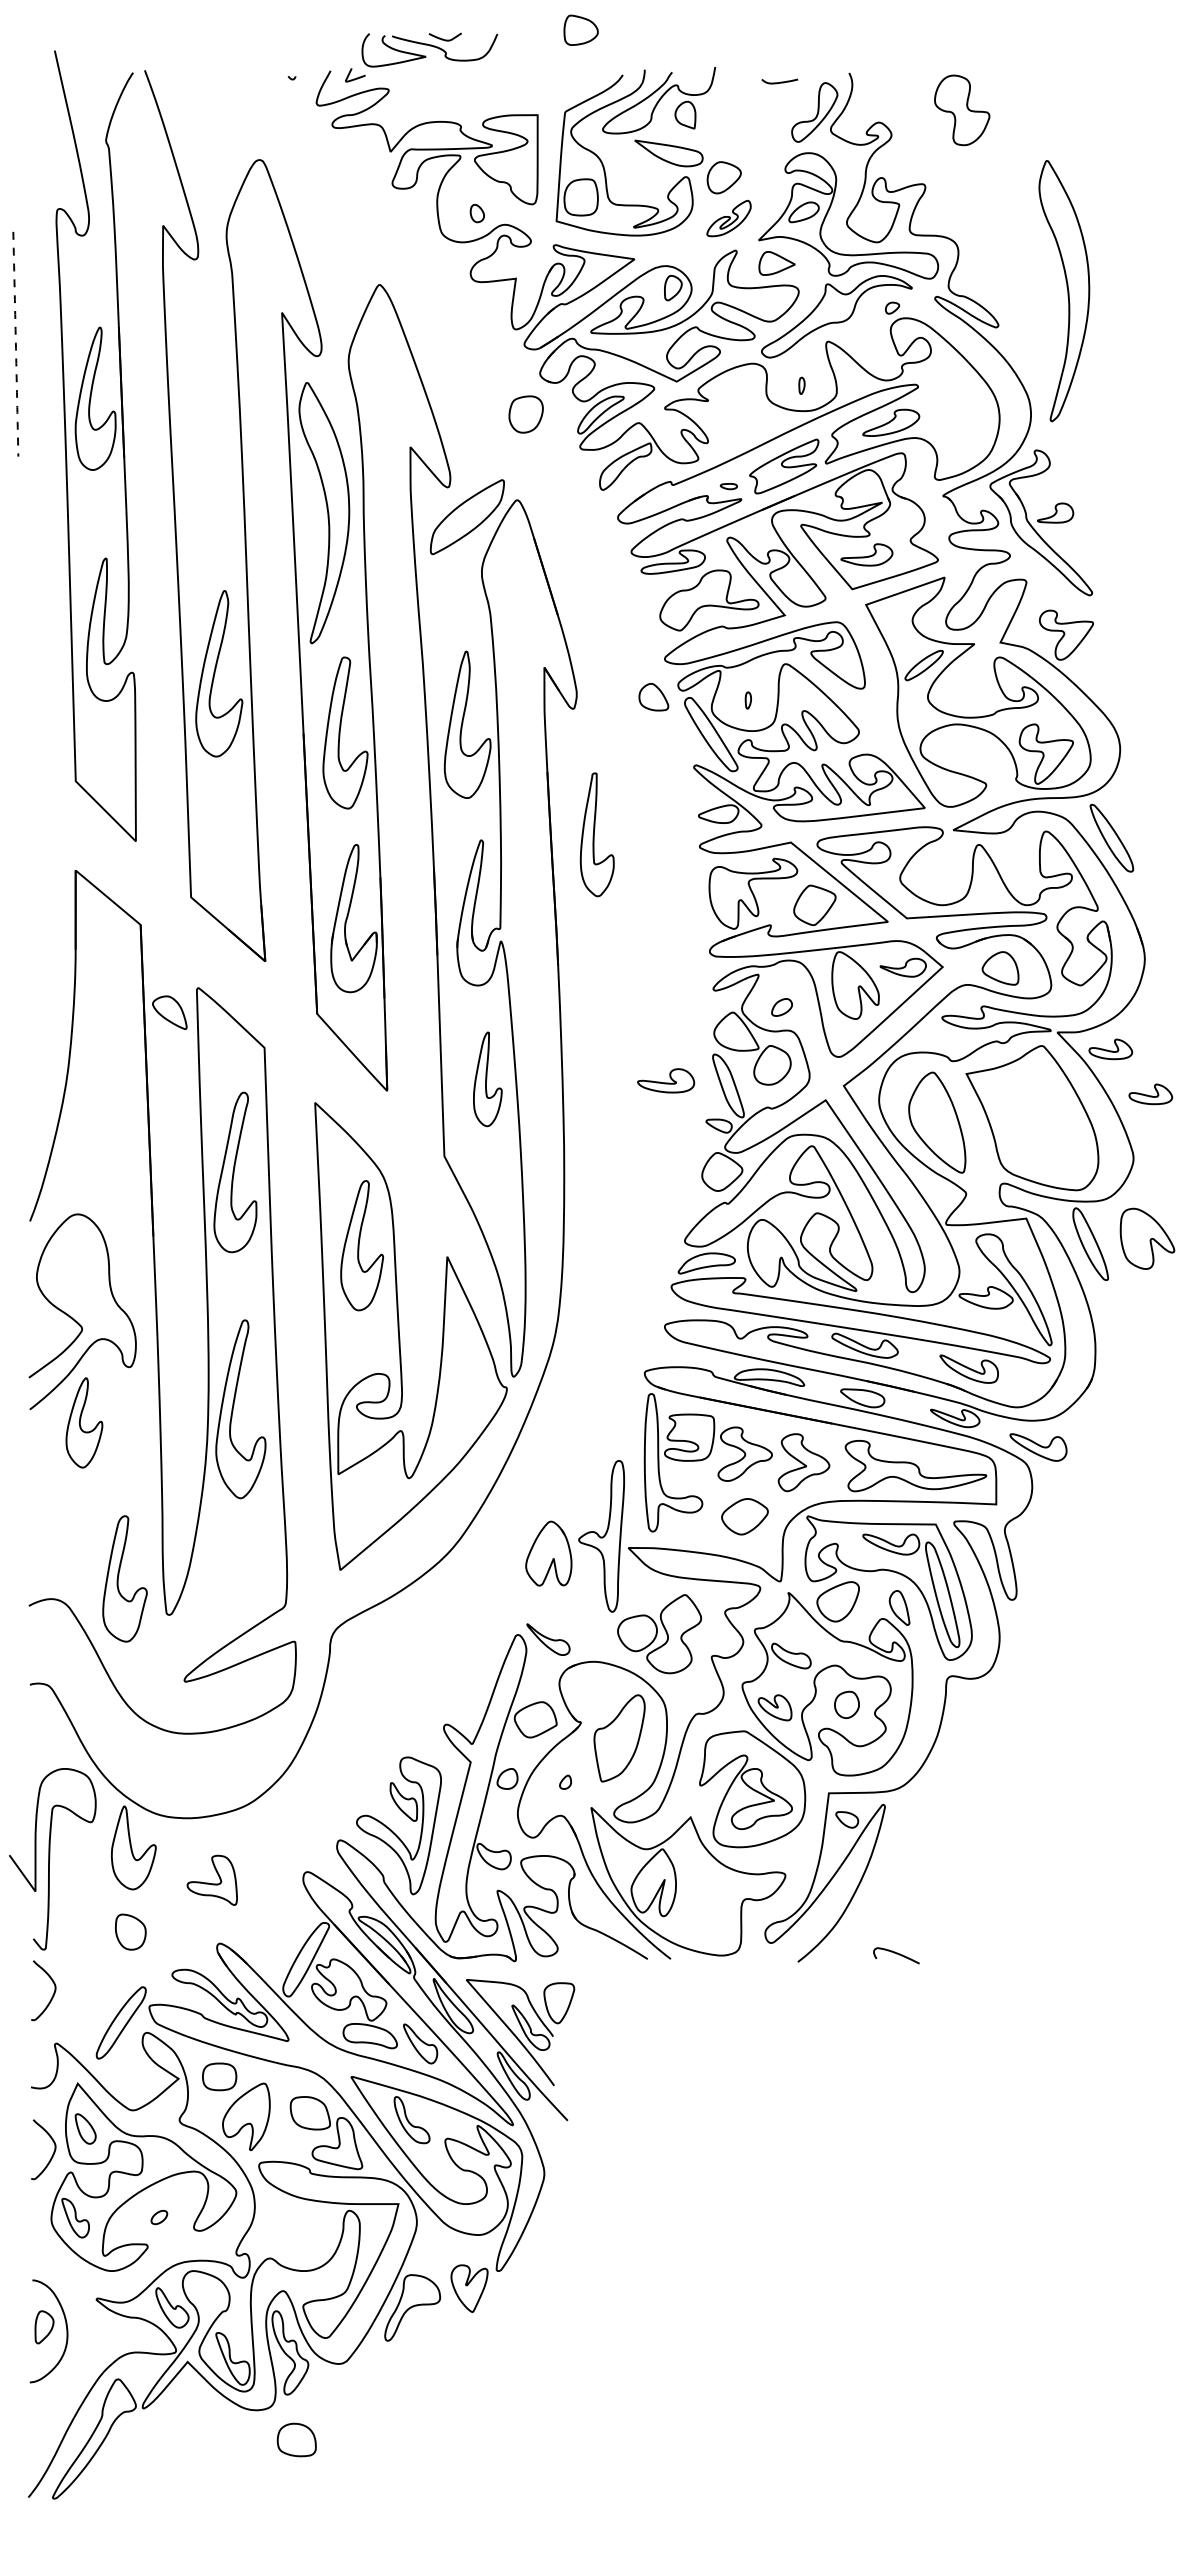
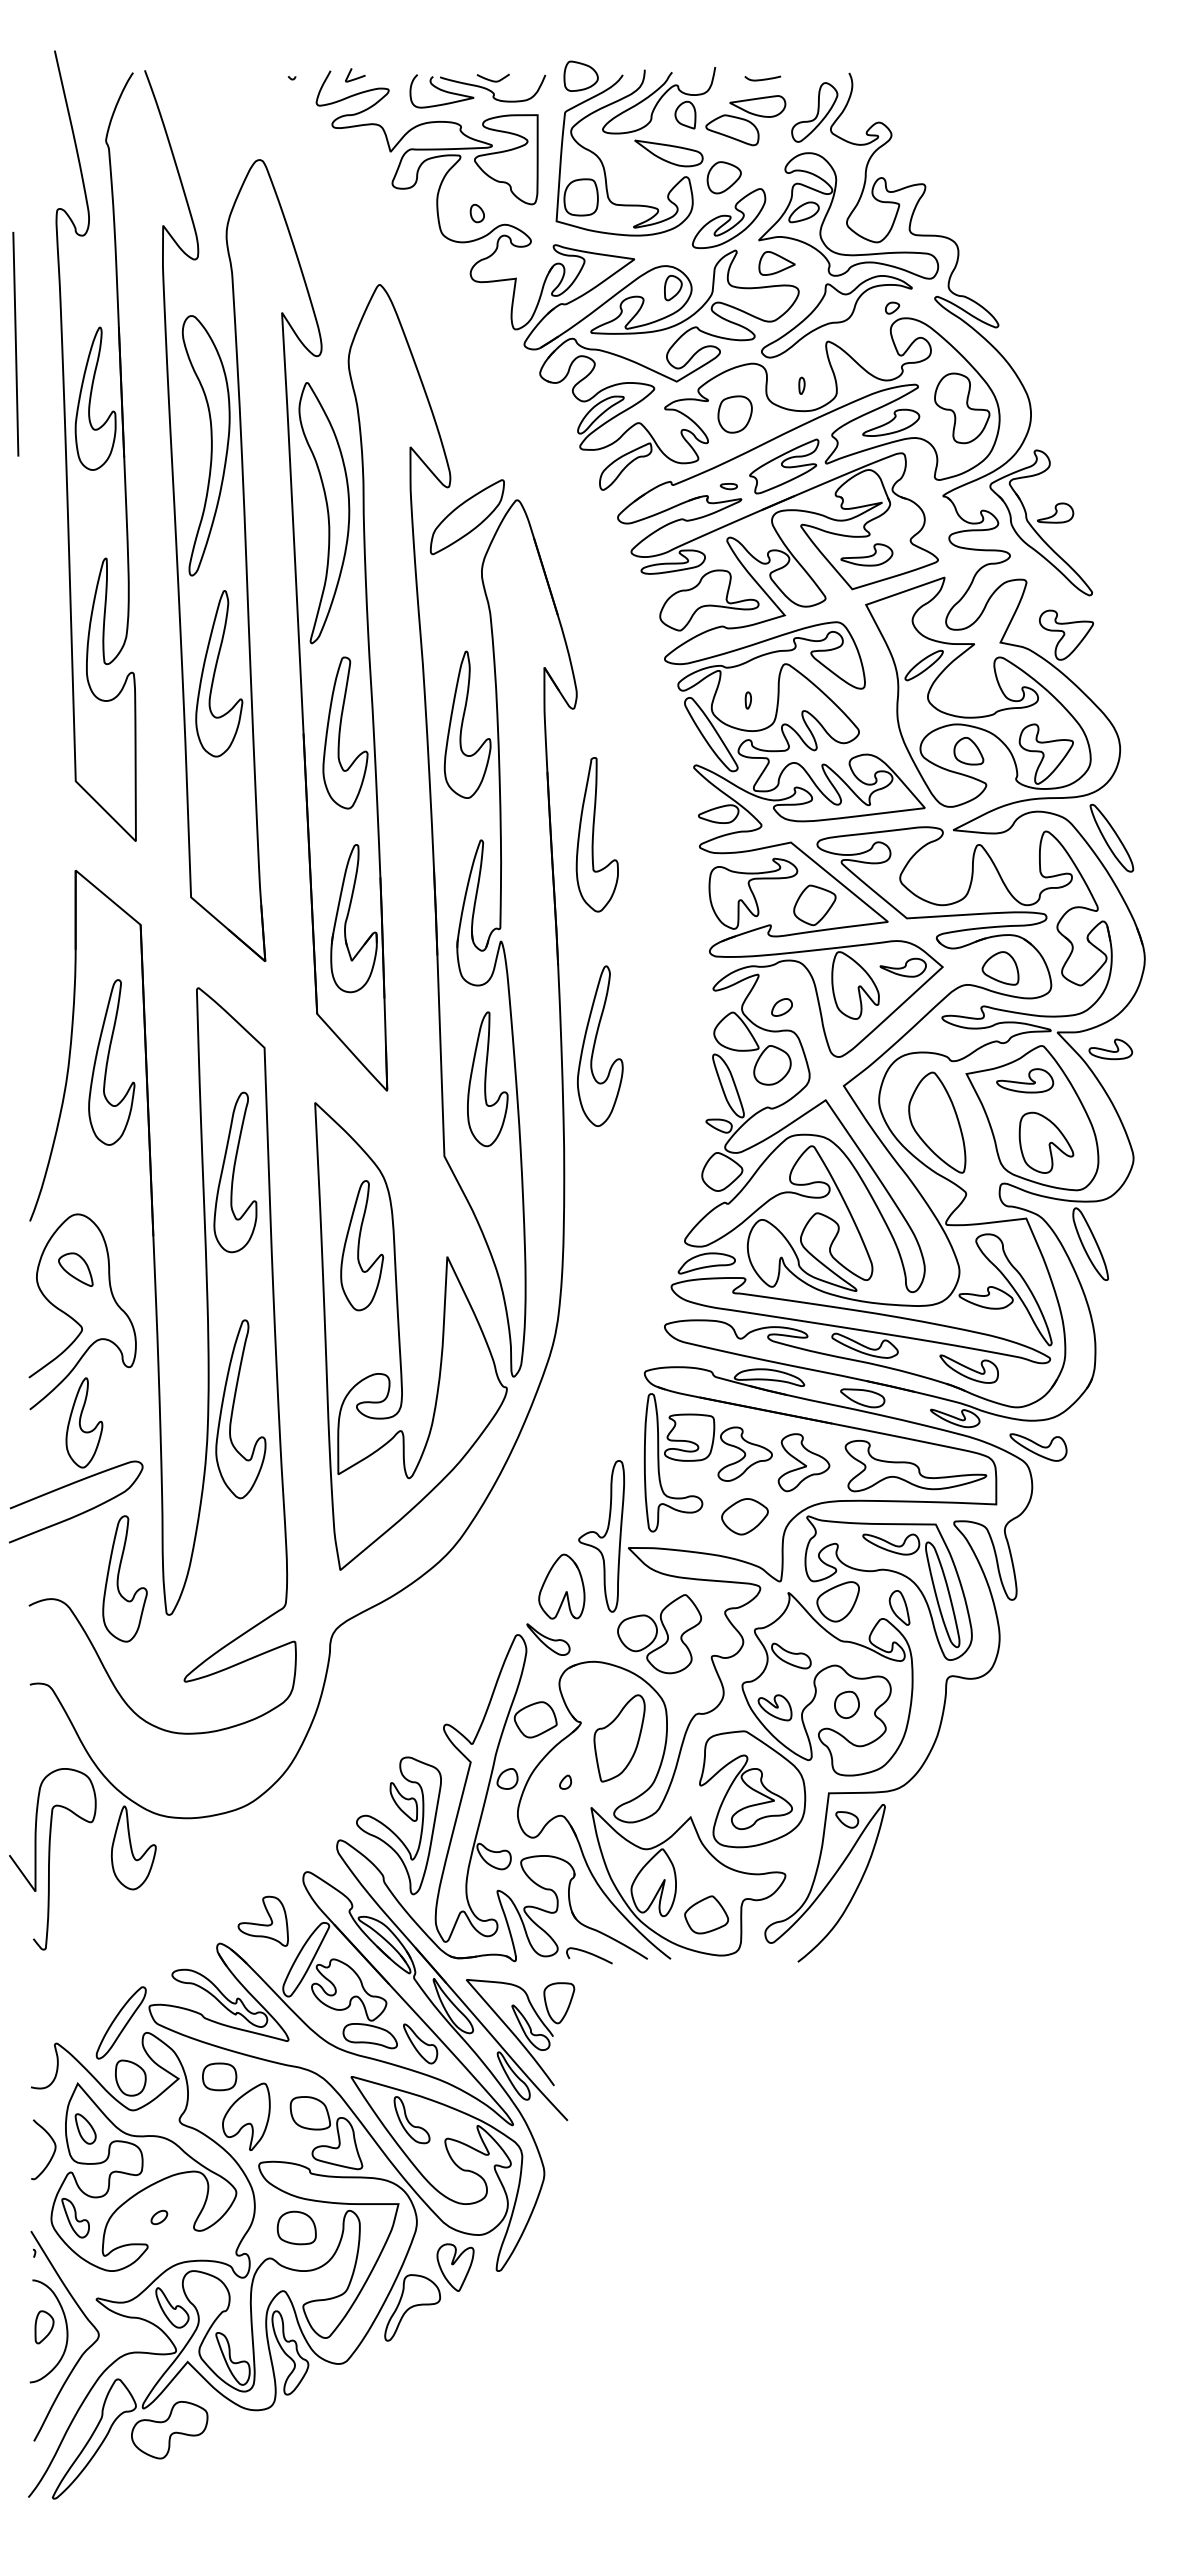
part at (580, 29) position: (580, 29) -> (580, 75)
part at (429, 49) position: (429, 49) -> (477, 90)
curve at (780, 81) position: (780, 81) -> (763, 78)
part at (962, 110) position: (962, 110) -> (962, 408)
part at (745, 120): none -> present
part at (728, 218) size: 46x38 px -> 76x61 px
part at (1064, 291): present -> none
line at (15, 342): dashed -> solid
part at (525, 414) position: (525, 414) -> (734, 414)
part at (205, 445): none -> present
part at (653, 697) position: (653, 697) -> (968, 751)
part at (596, 834) size: 36x126 px -> 44x156 px
part at (169, 1012) position: (169, 1012) -> (75, 1269)
part at (600, 1045): none -> present
part at (111, 1062): none -> present
part at (487, 1079) size: 30x97 px -> 42x137 px
part at (666, 1080) position: (666, 1080) -> (1025, 1080)
part at (1150, 1094): present -> none
part at (1147, 1238) position: (1147, 1238) -> (1046, 1142)
curve at (81, 1512): none -> present
part at (548, 1553) position: (548, 1553) -> (561, 1586)
part at (211, 1879) position: (211, 1879) -> (262, 1920)
part at (706, 1914): none -> present
part at (130, 1931) position: (130, 1931) -> (130, 2077)
curve at (896, 1954) position: (896, 1954) -> (589, 1954)
curve at (53, 1992): present -> none
part at (469, 2288) position: (469, 2288) -> (455, 2267)
part at (85, 2349): none -> present
part at (169, 2430): none -> present
part at (296, 2439) position: (296, 2439) -> (296, 2227)
